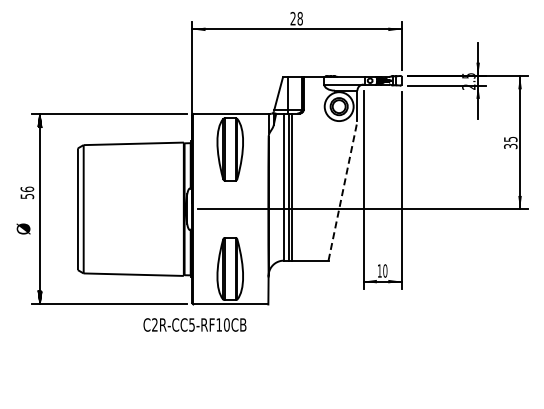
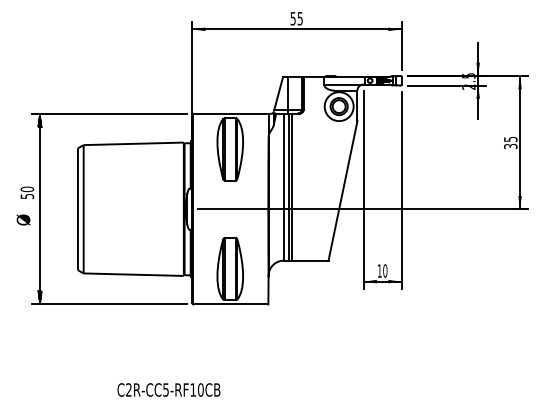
text at (296, 18): 28 -> 55
text at (26, 188): 56 -> 50
line at (343, 190): dashed -> solid
text at (23, 228) position: (23, 228) -> (23, 219)
text at (194, 324) position: (194, 324) -> (168, 389)
